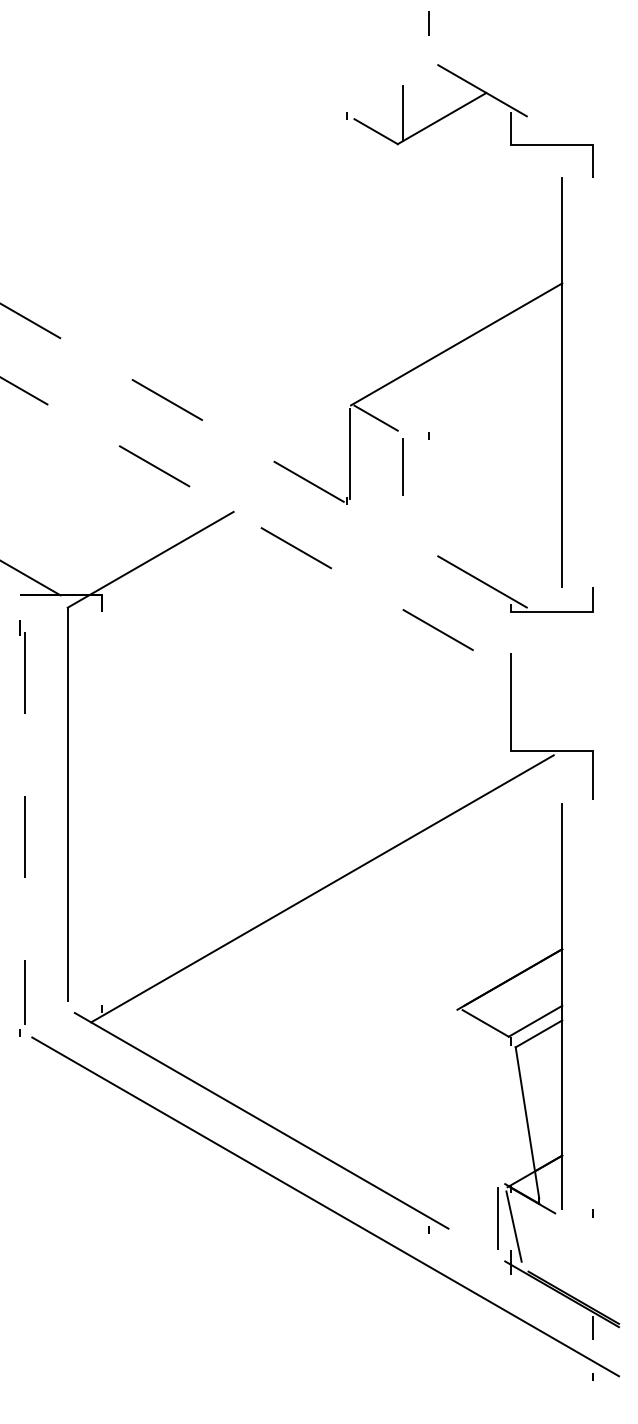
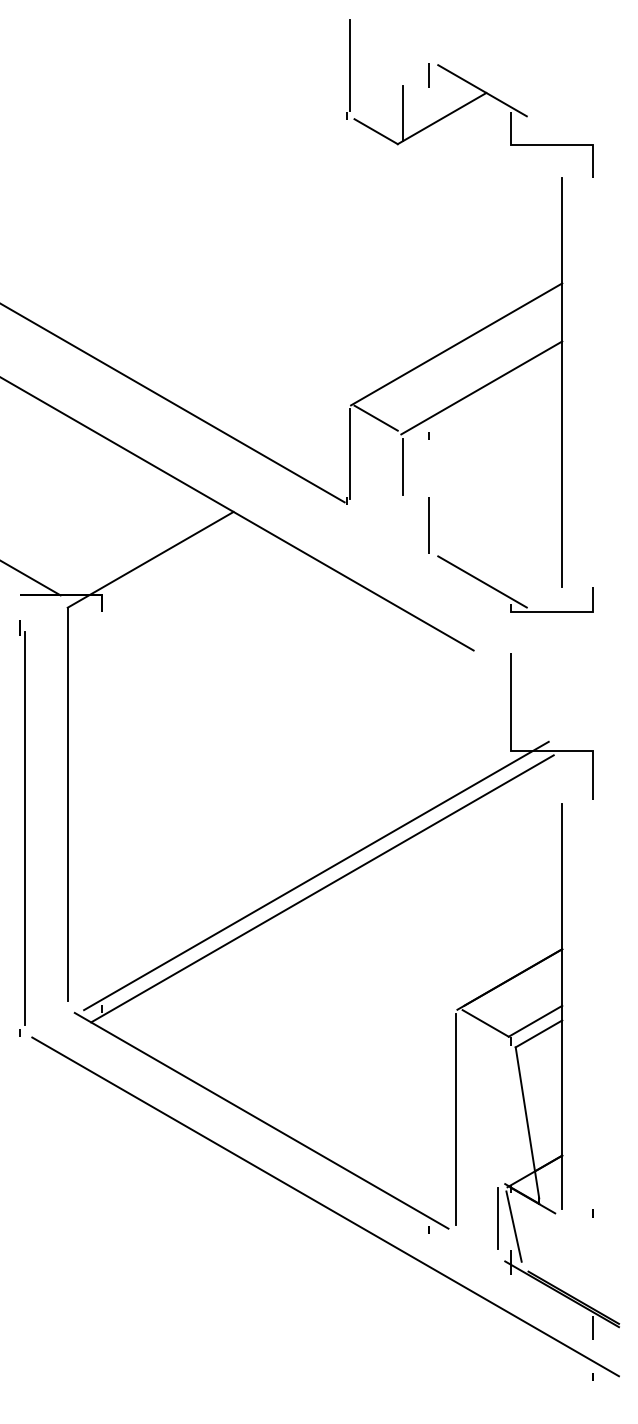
line at (428, 23) position: (428, 23) -> (428, 75)
line at (349, 64): none -> present
line at (481, 387): none -> present
line at (172, 402): dashed -> solid
line at (236, 513): dashed -> solid
line at (428, 525): none -> present
line at (25, 829): dashed -> solid
line at (316, 875): none -> present
line at (455, 1119): none -> present
